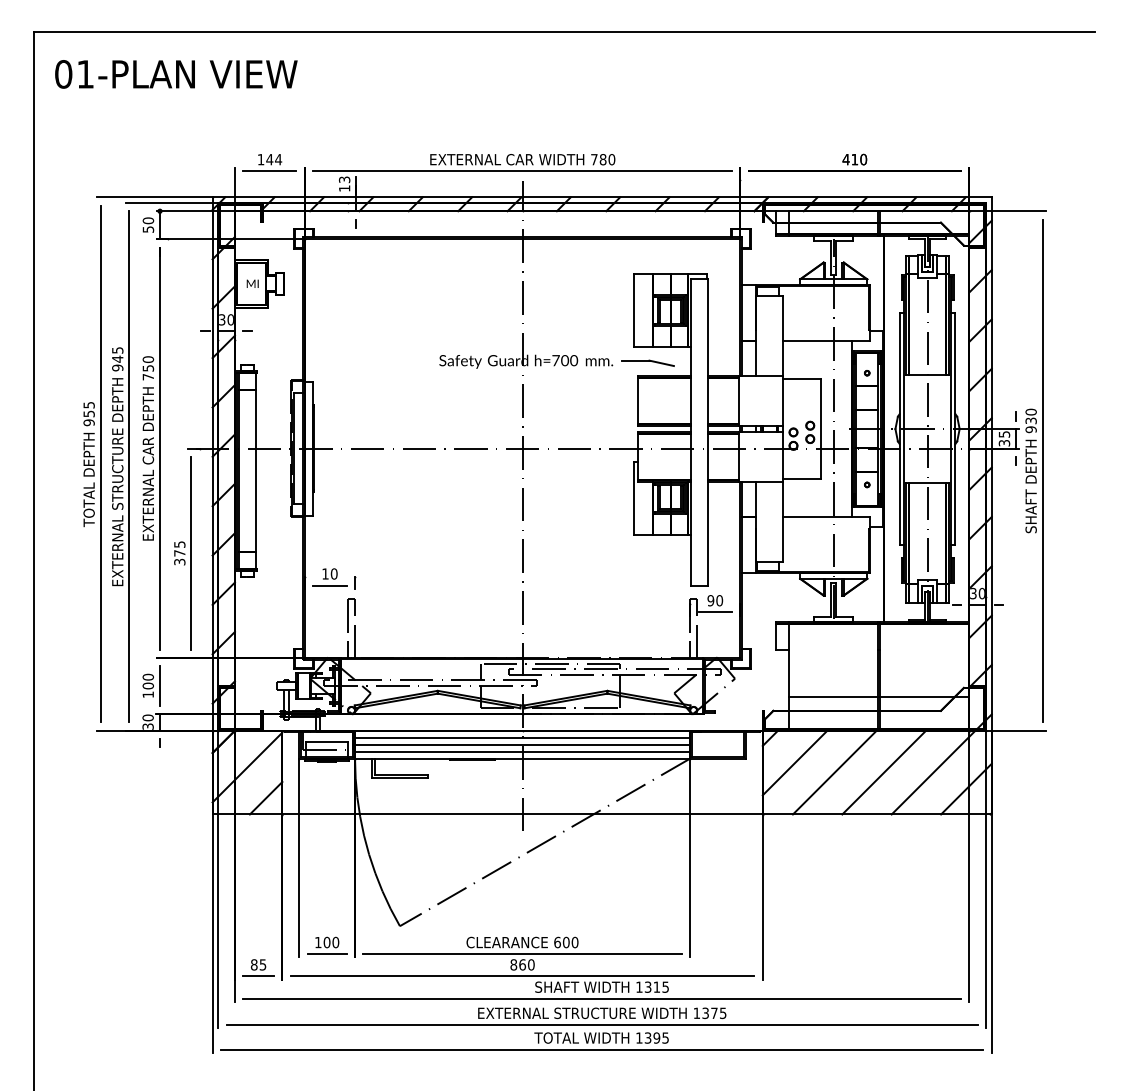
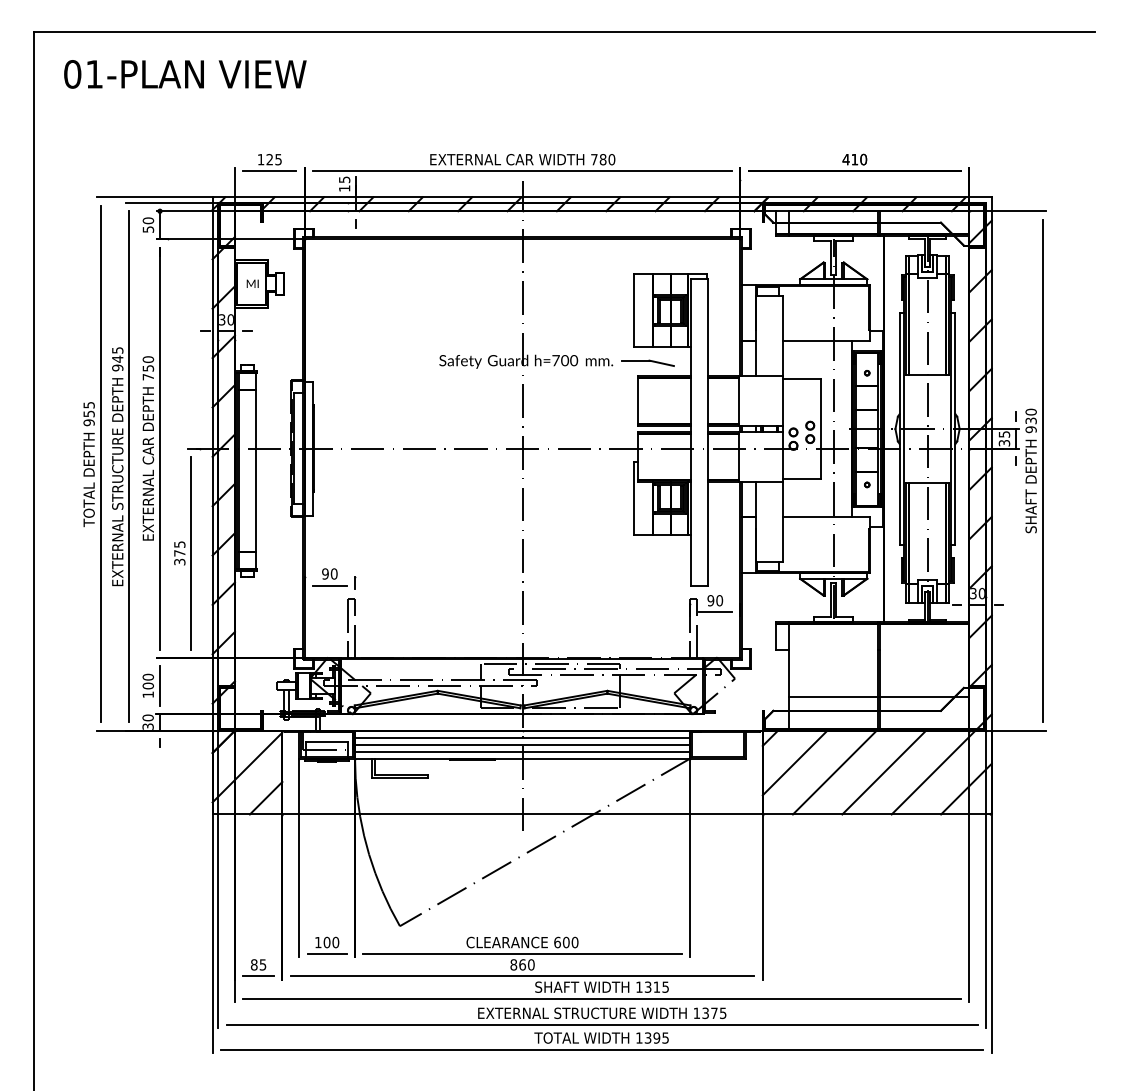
text at (176, 74) position: (176, 74) -> (185, 74)
text at (274, 159): 144 -> 125
text at (343, 179): 13 -> 15
text at (325, 573): 10 -> 90
